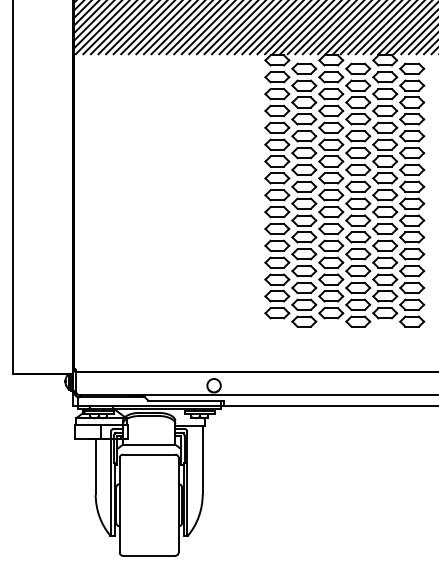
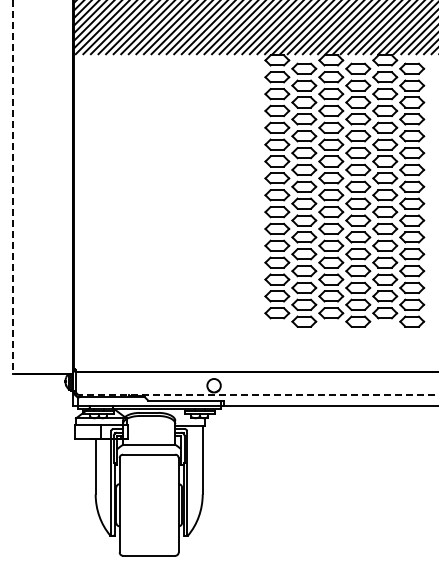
line at (13, 187): solid -> dashed
line at (259, 395): solid -> dashed
